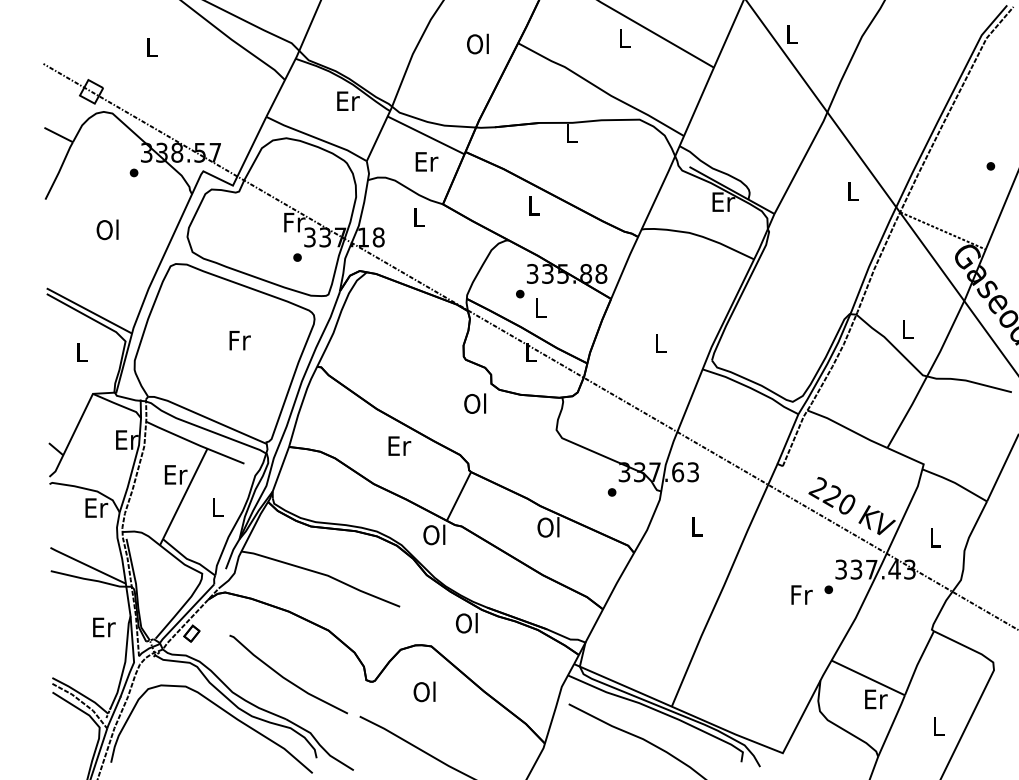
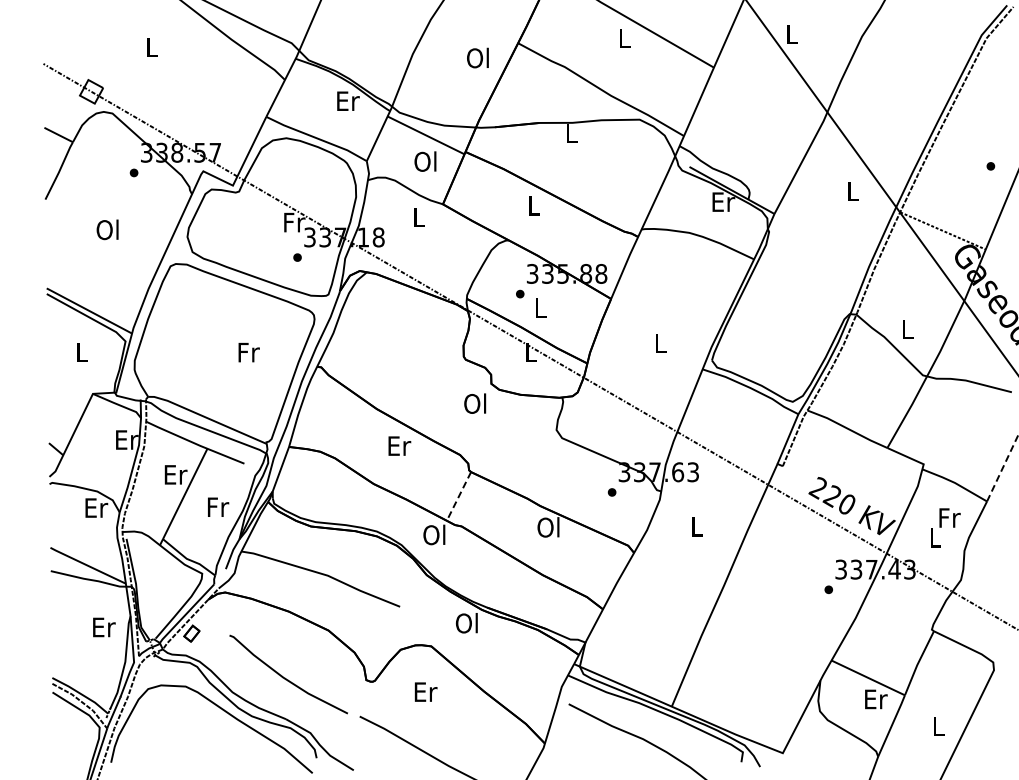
text at (477, 43) position: (477, 43) -> (477, 57)
text at (426, 161): Er -> Ol
text at (239, 340) position: (239, 340) -> (248, 352)
line at (1003, 467): solid -> dashed
line at (458, 496): solid -> dashed
text at (218, 506): L -> Fr
text at (801, 594) position: (801, 594) -> (949, 517)
text at (425, 691): Ol -> Er
